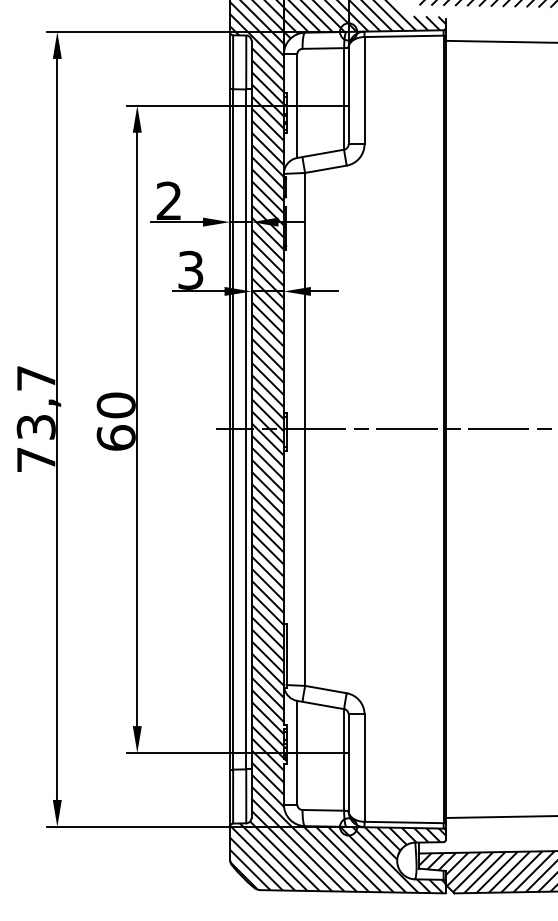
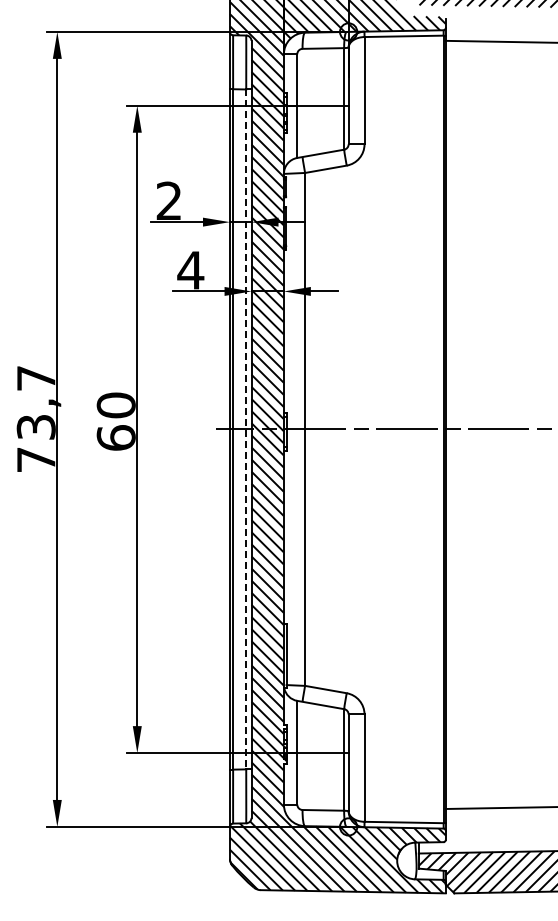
text at (190, 269): 3 -> 4
line at (246, 429): solid -> dashed
line at (499, 816) position: (499, 816) -> (499, 807)
